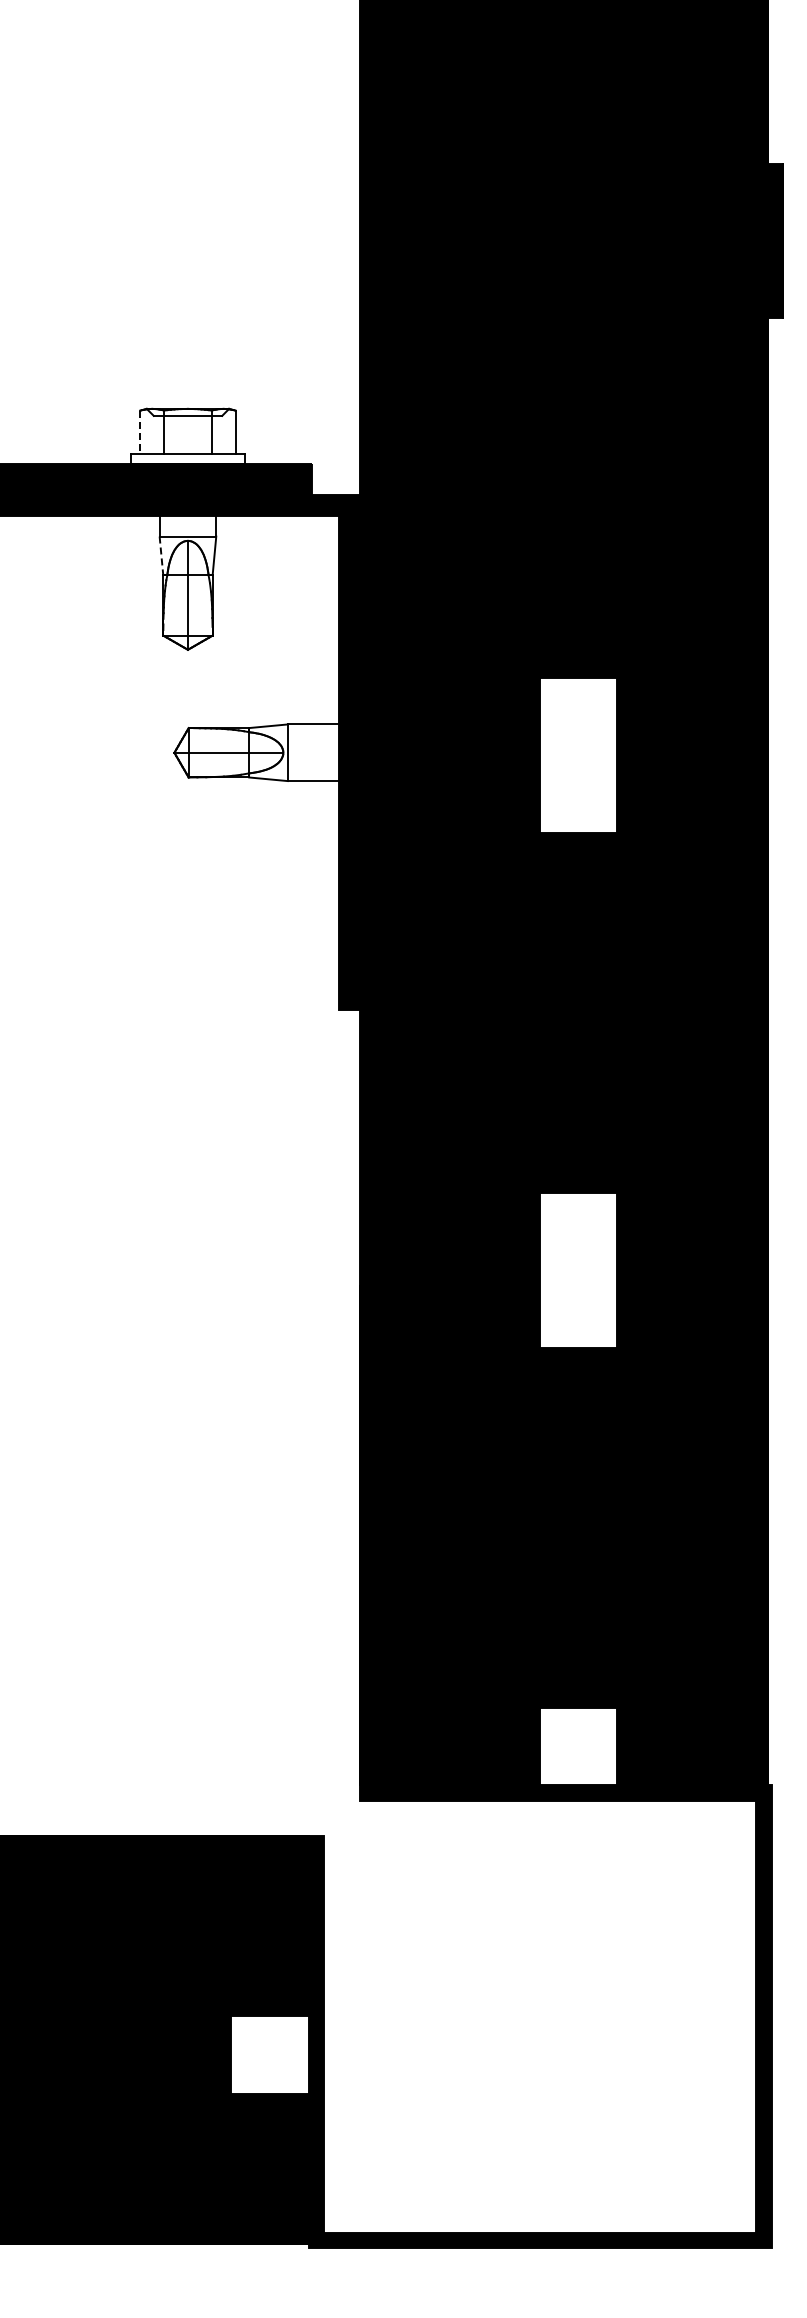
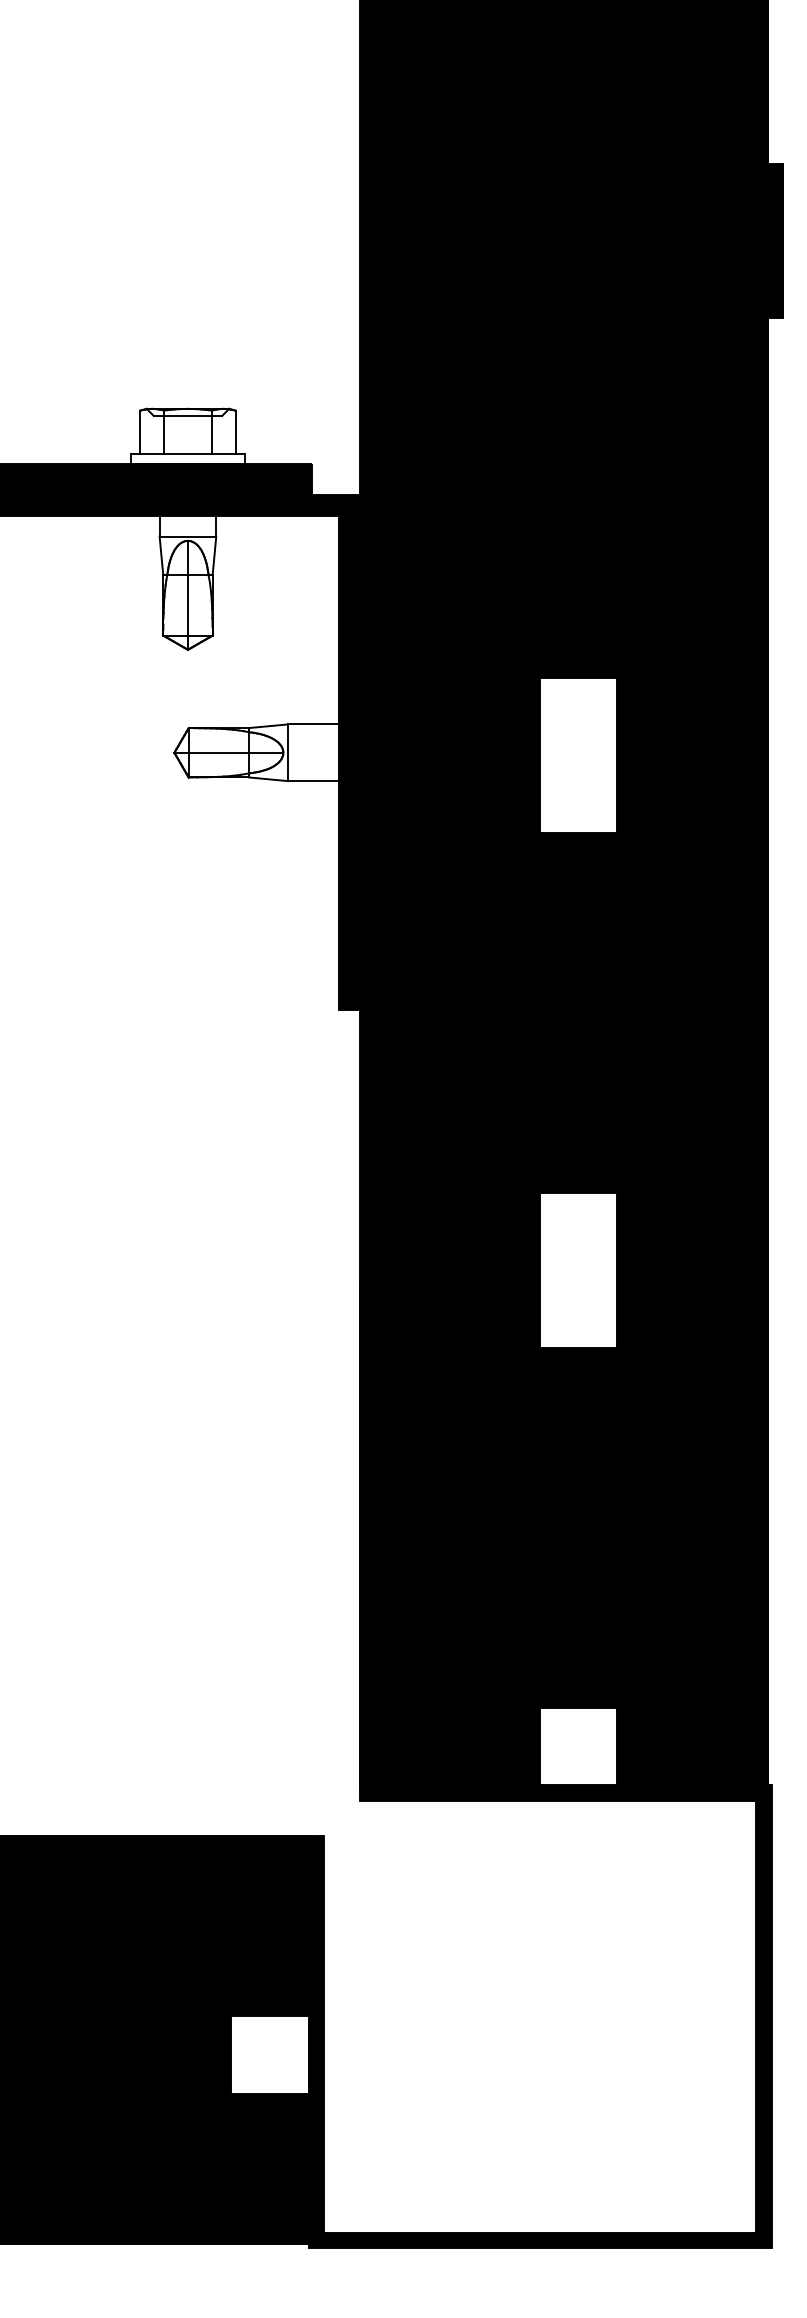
line at (140, 432): dashed -> solid
line at (161, 556): dashed -> solid
